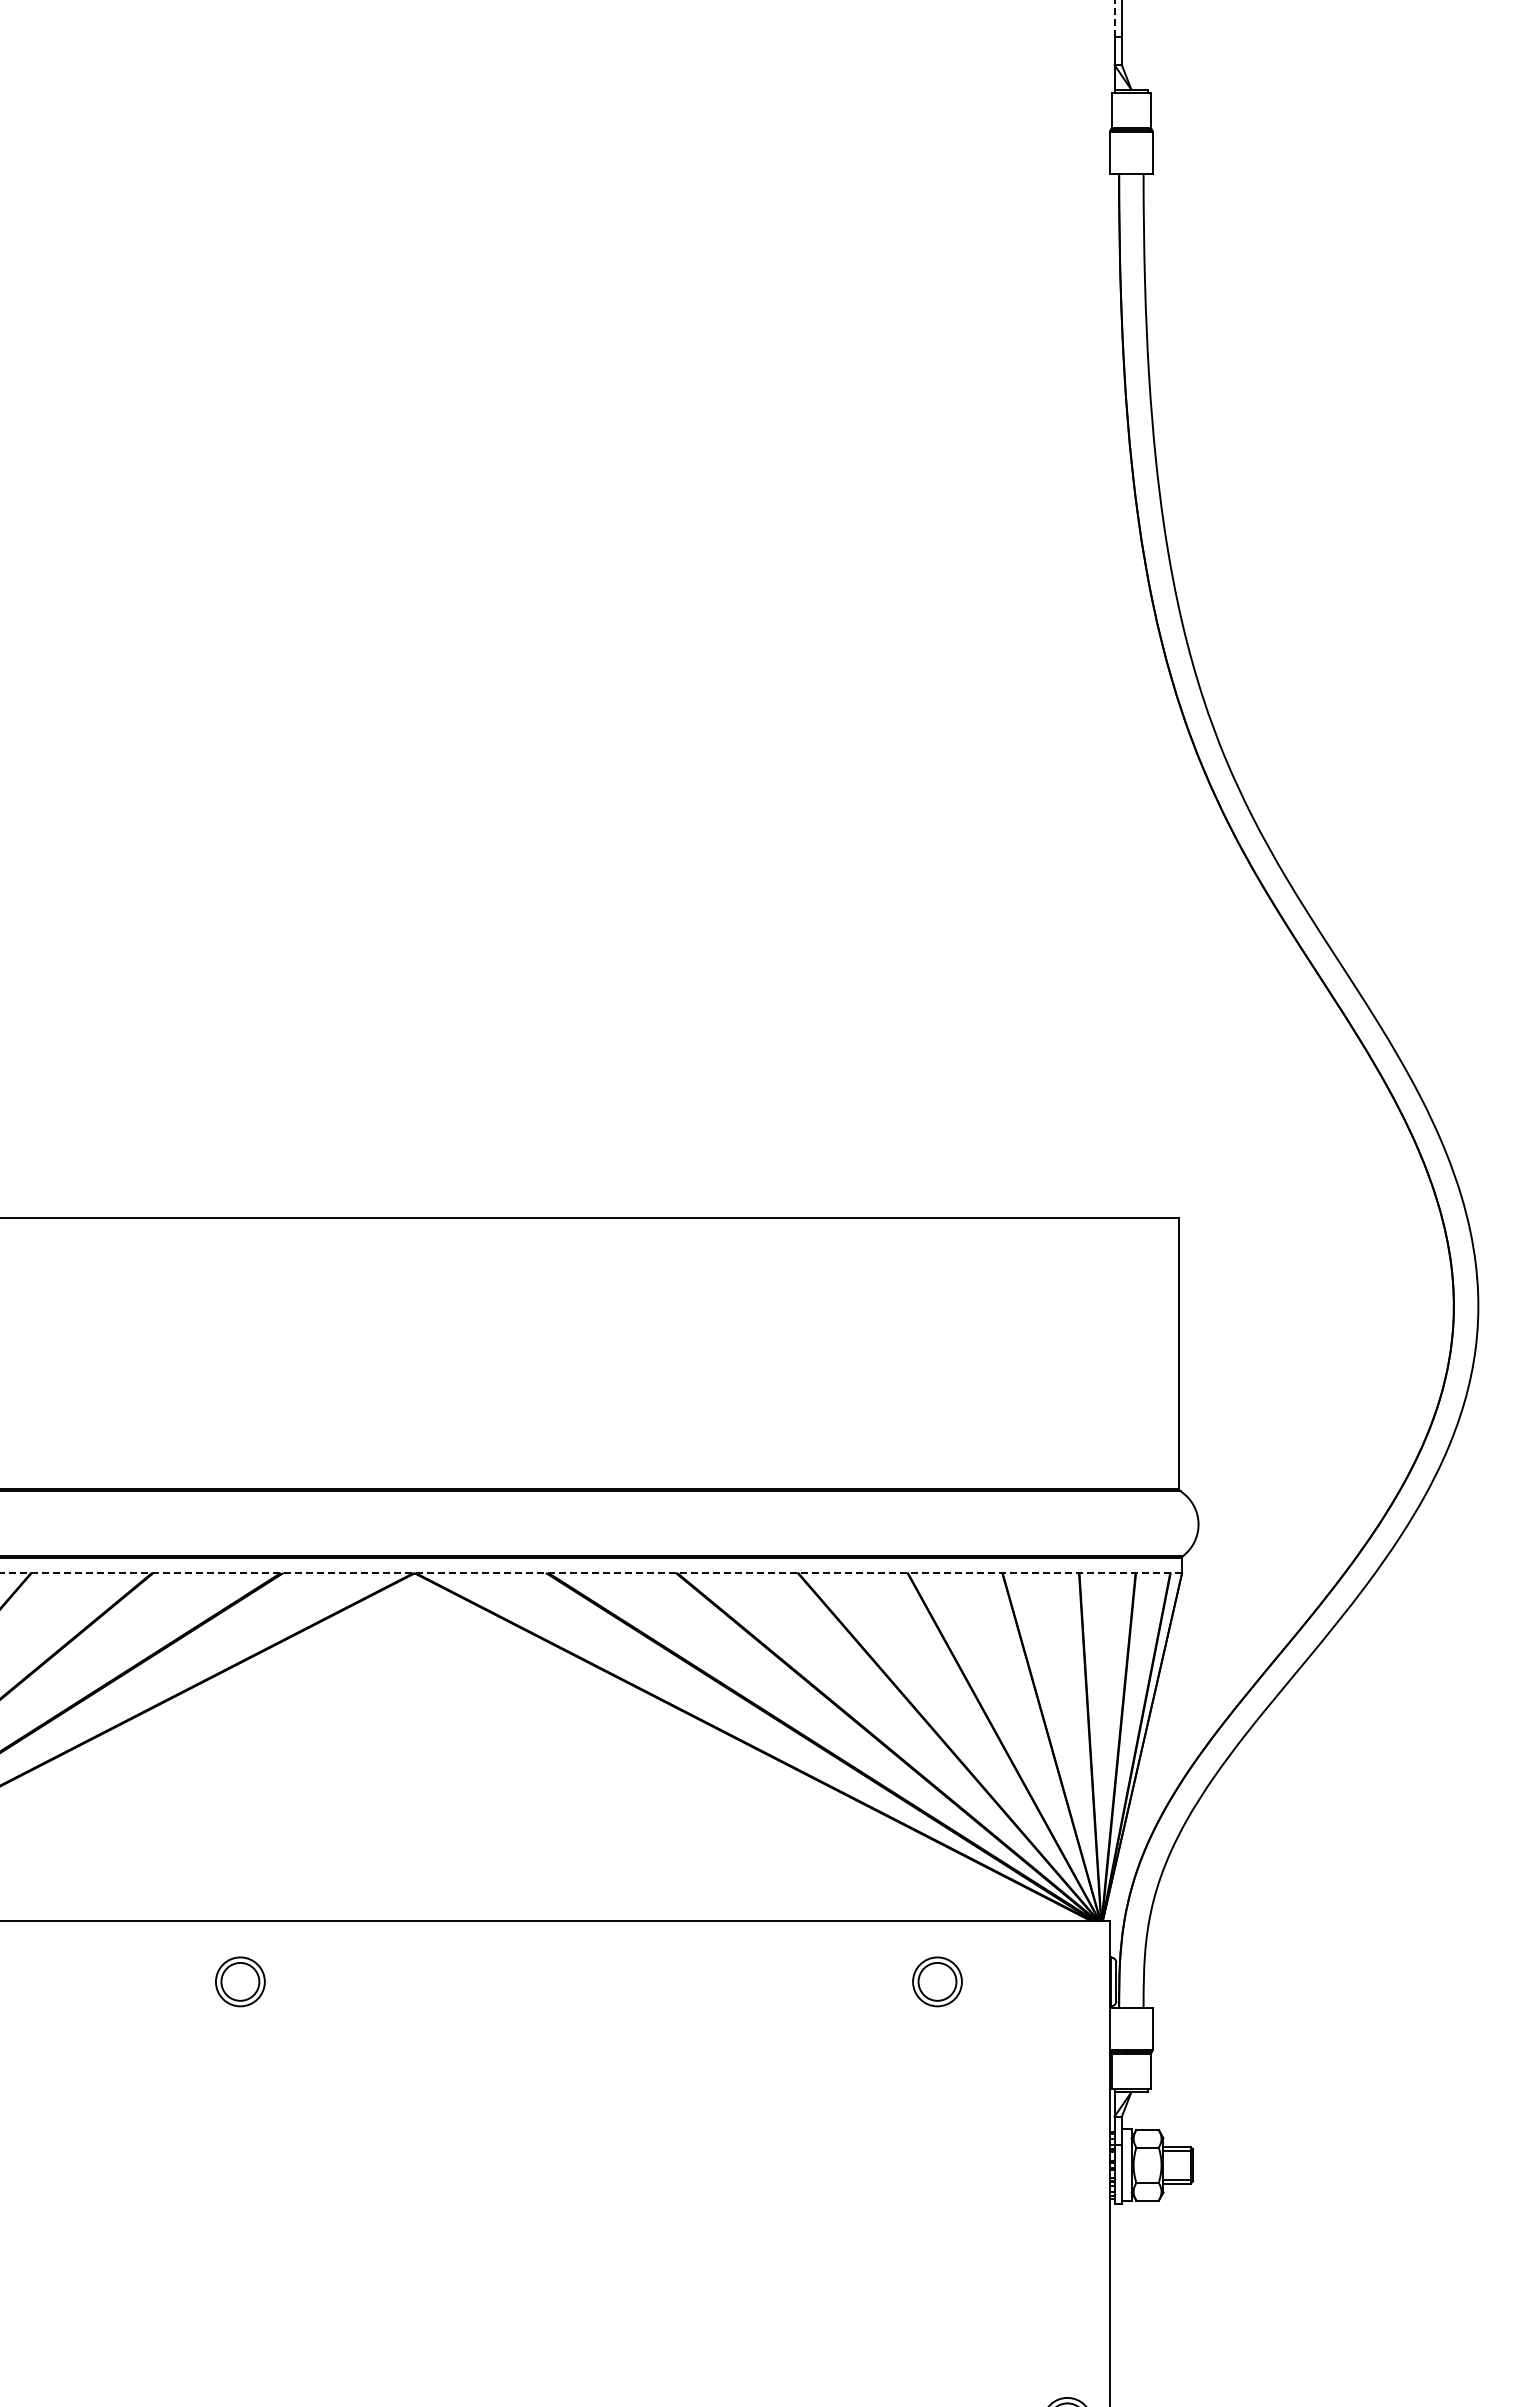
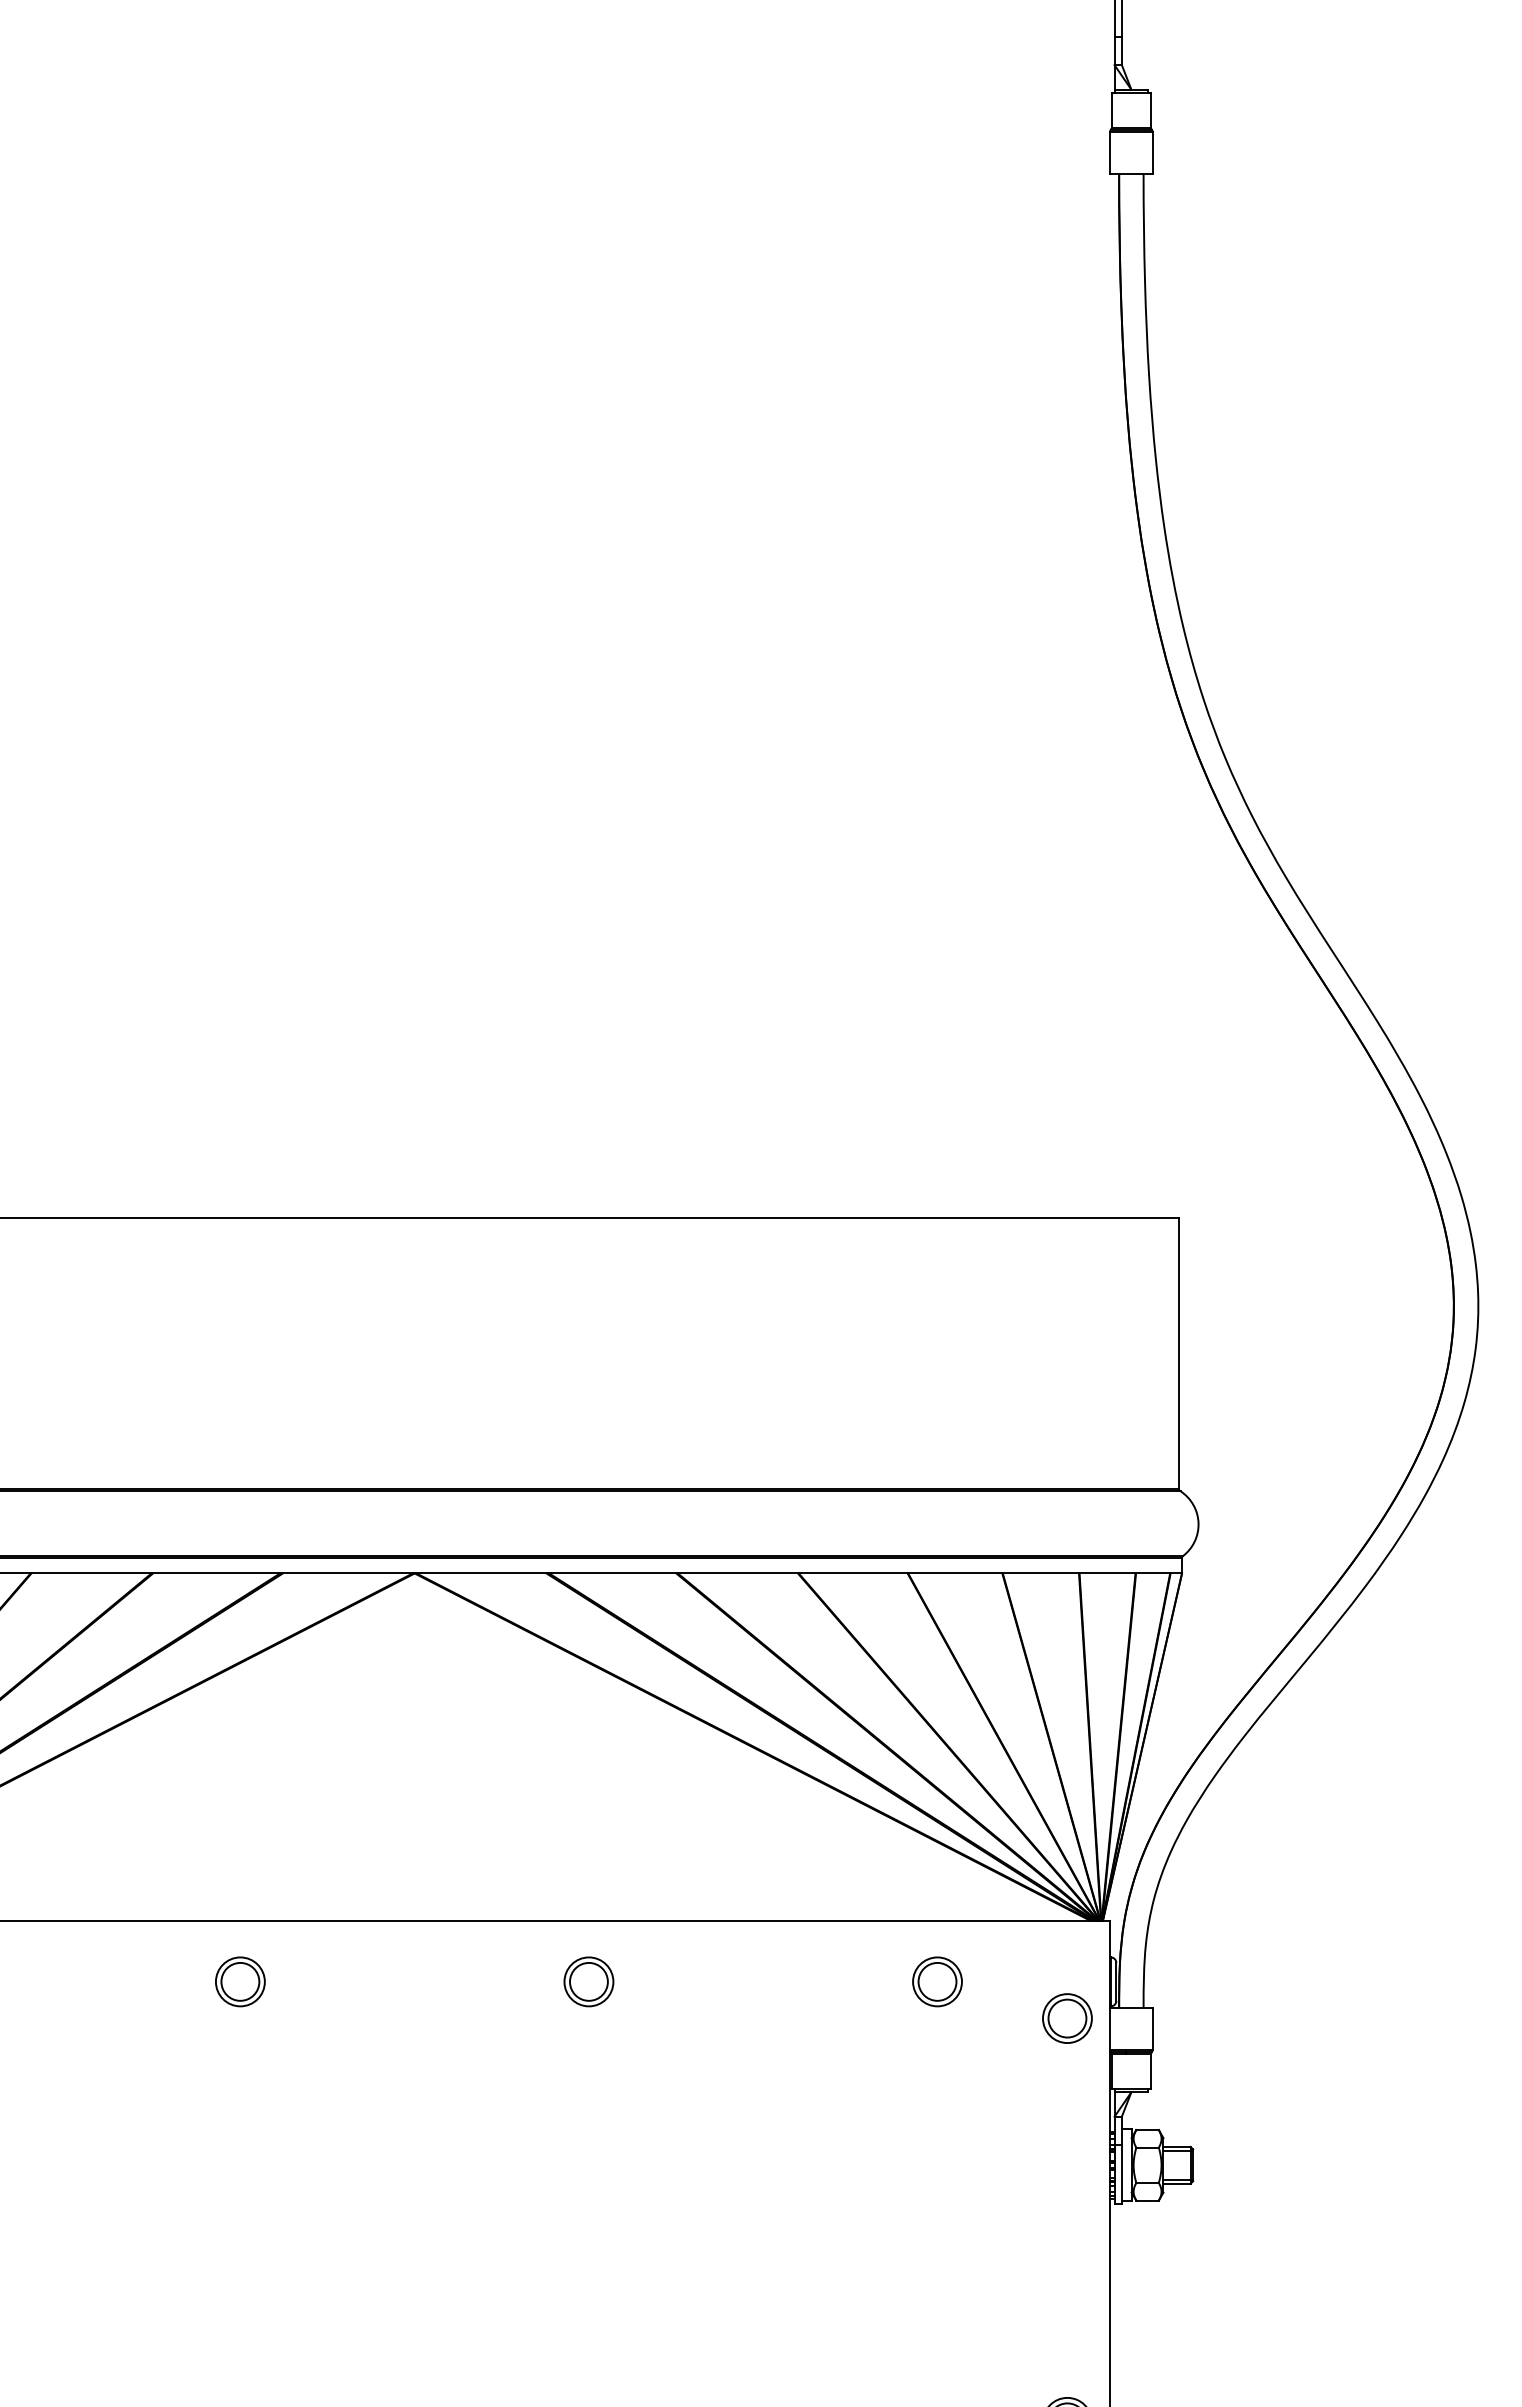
line at (1114, 17): dashed -> solid
line at (591, 1573): dashed -> solid
part at (588, 1981): none -> present
part at (1067, 2018): none -> present
